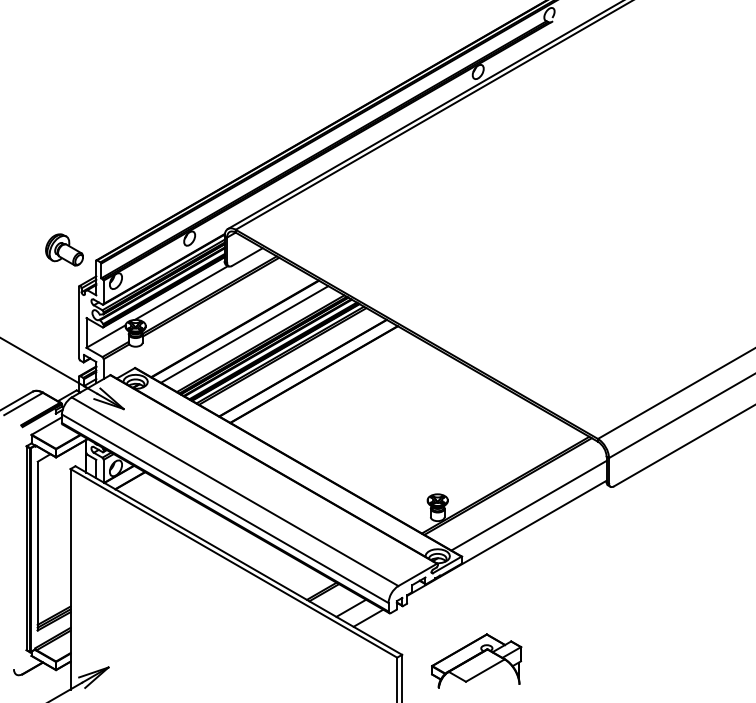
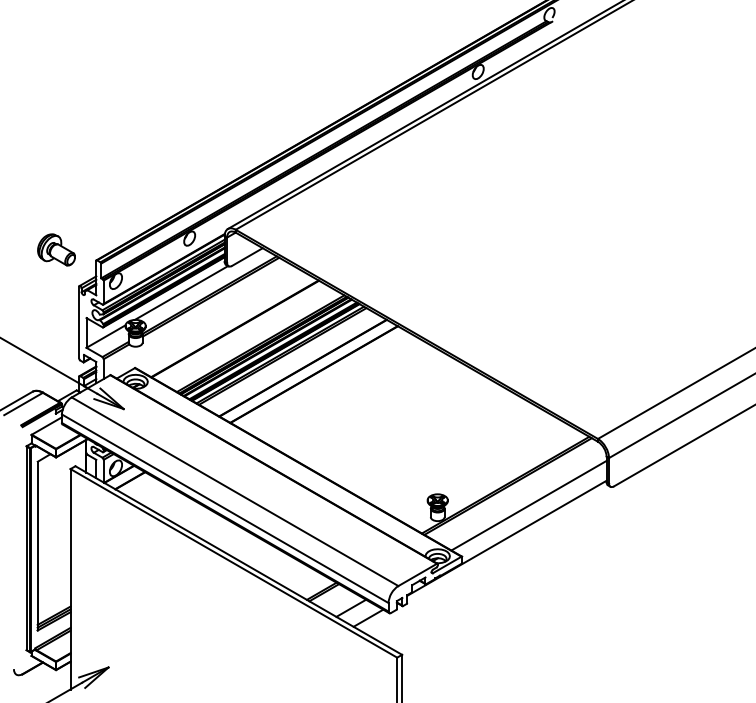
part at (64, 249) position: (64, 249) -> (56, 249)
line at (244, 334): present -> none
part at (476, 660): present -> none
